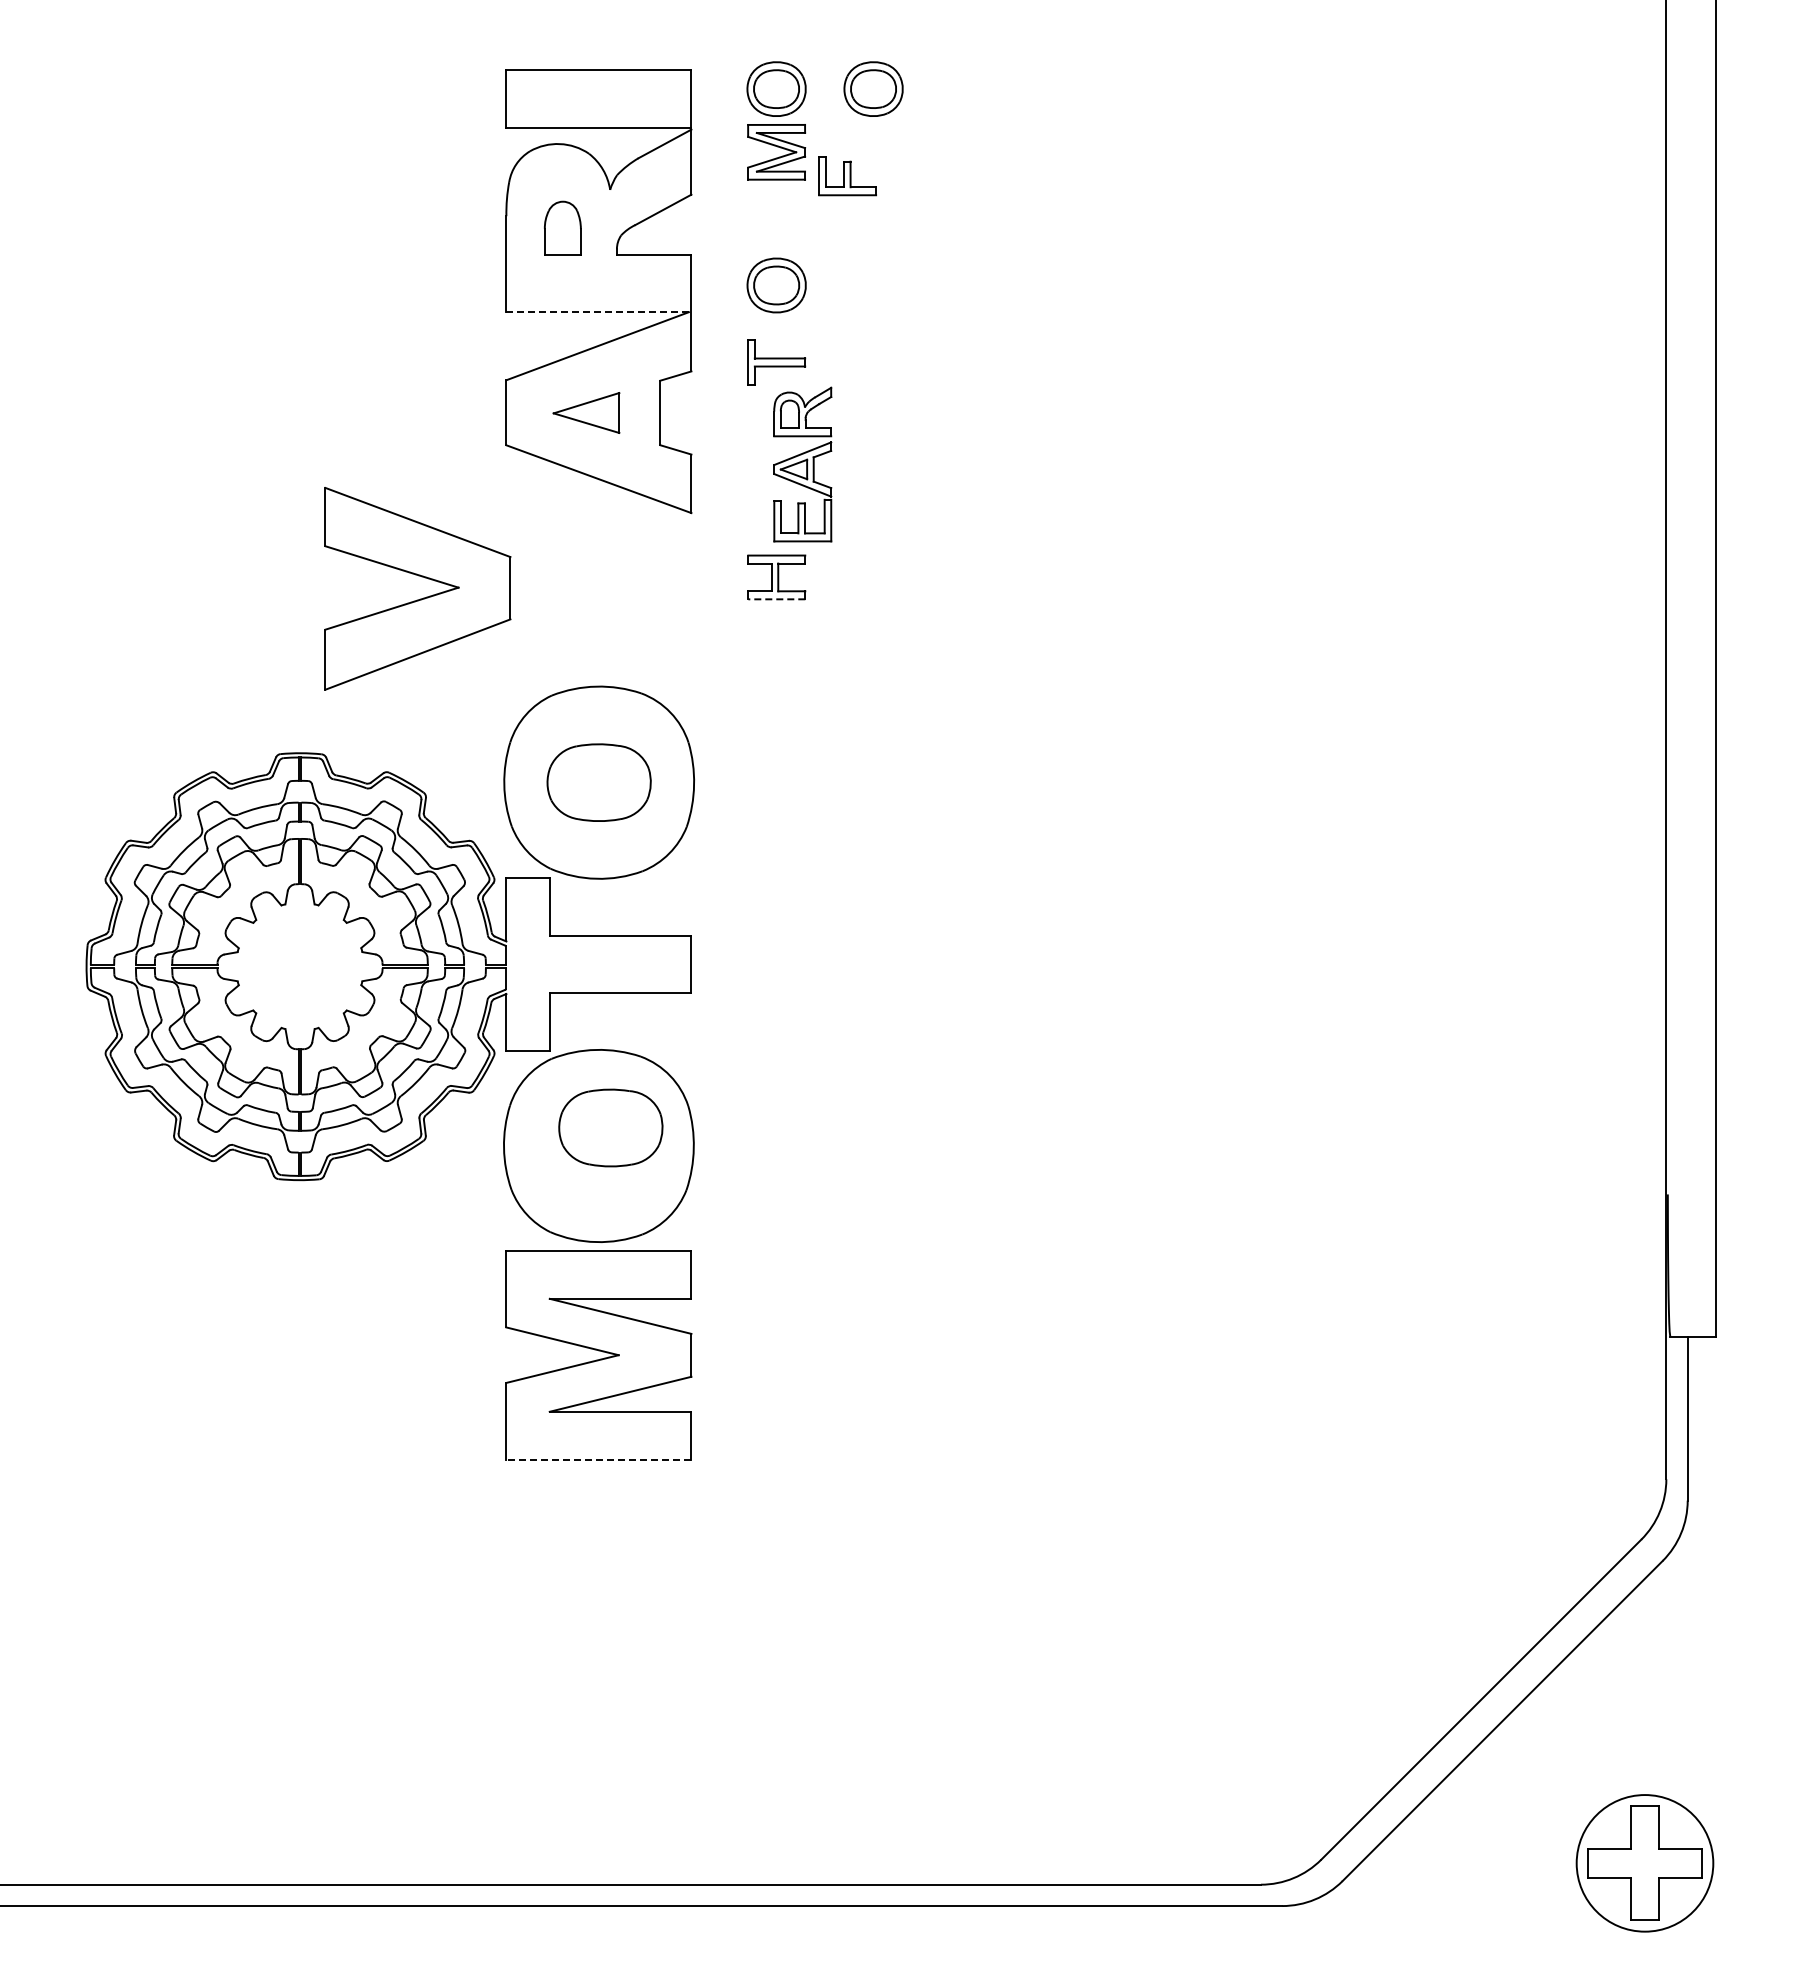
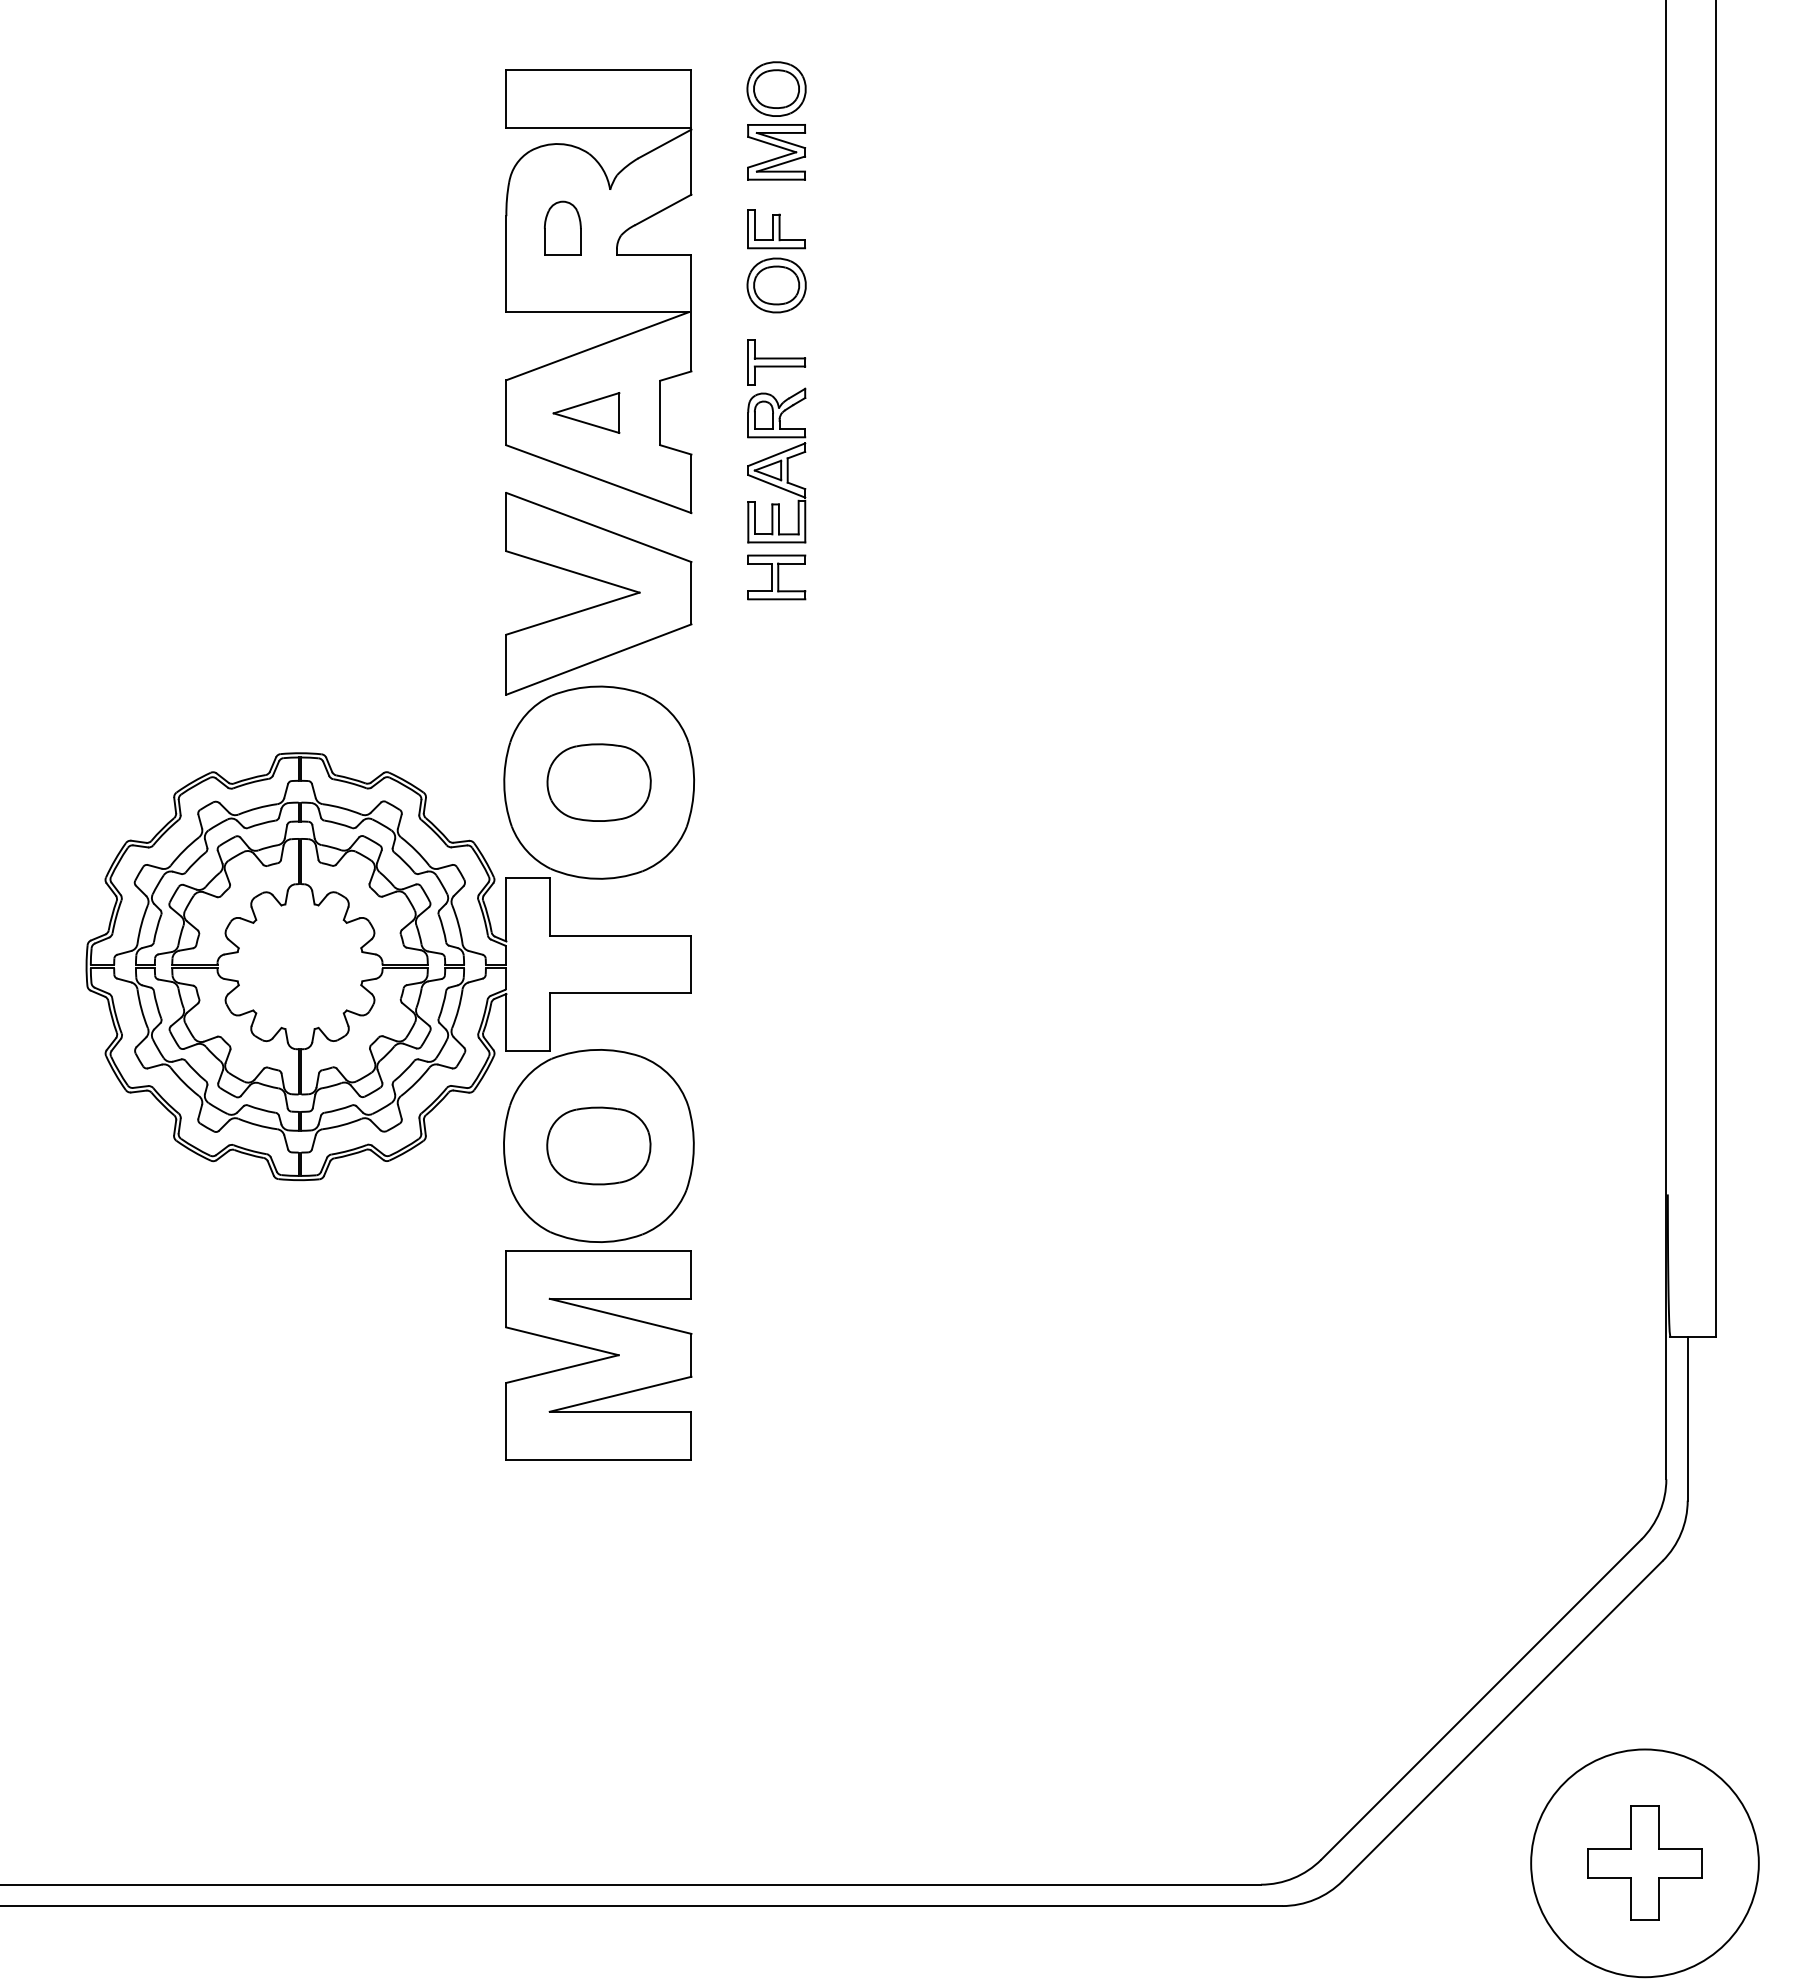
part at (873, 88): present -> none
part at (847, 176) position: (847, 176) -> (776, 229)
line at (597, 312): dashed -> solid
part at (802, 464) position: (802, 464) -> (776, 465)
part at (420, 598) position: (420, 598) -> (601, 603)
line at (776, 599): dashed -> solid
part at (610, 1127) position: (610, 1127) -> (598, 1145)
line at (598, 1459): dashed -> solid
circle at (1644, 1863) diameter: 137 px -> 228 px
